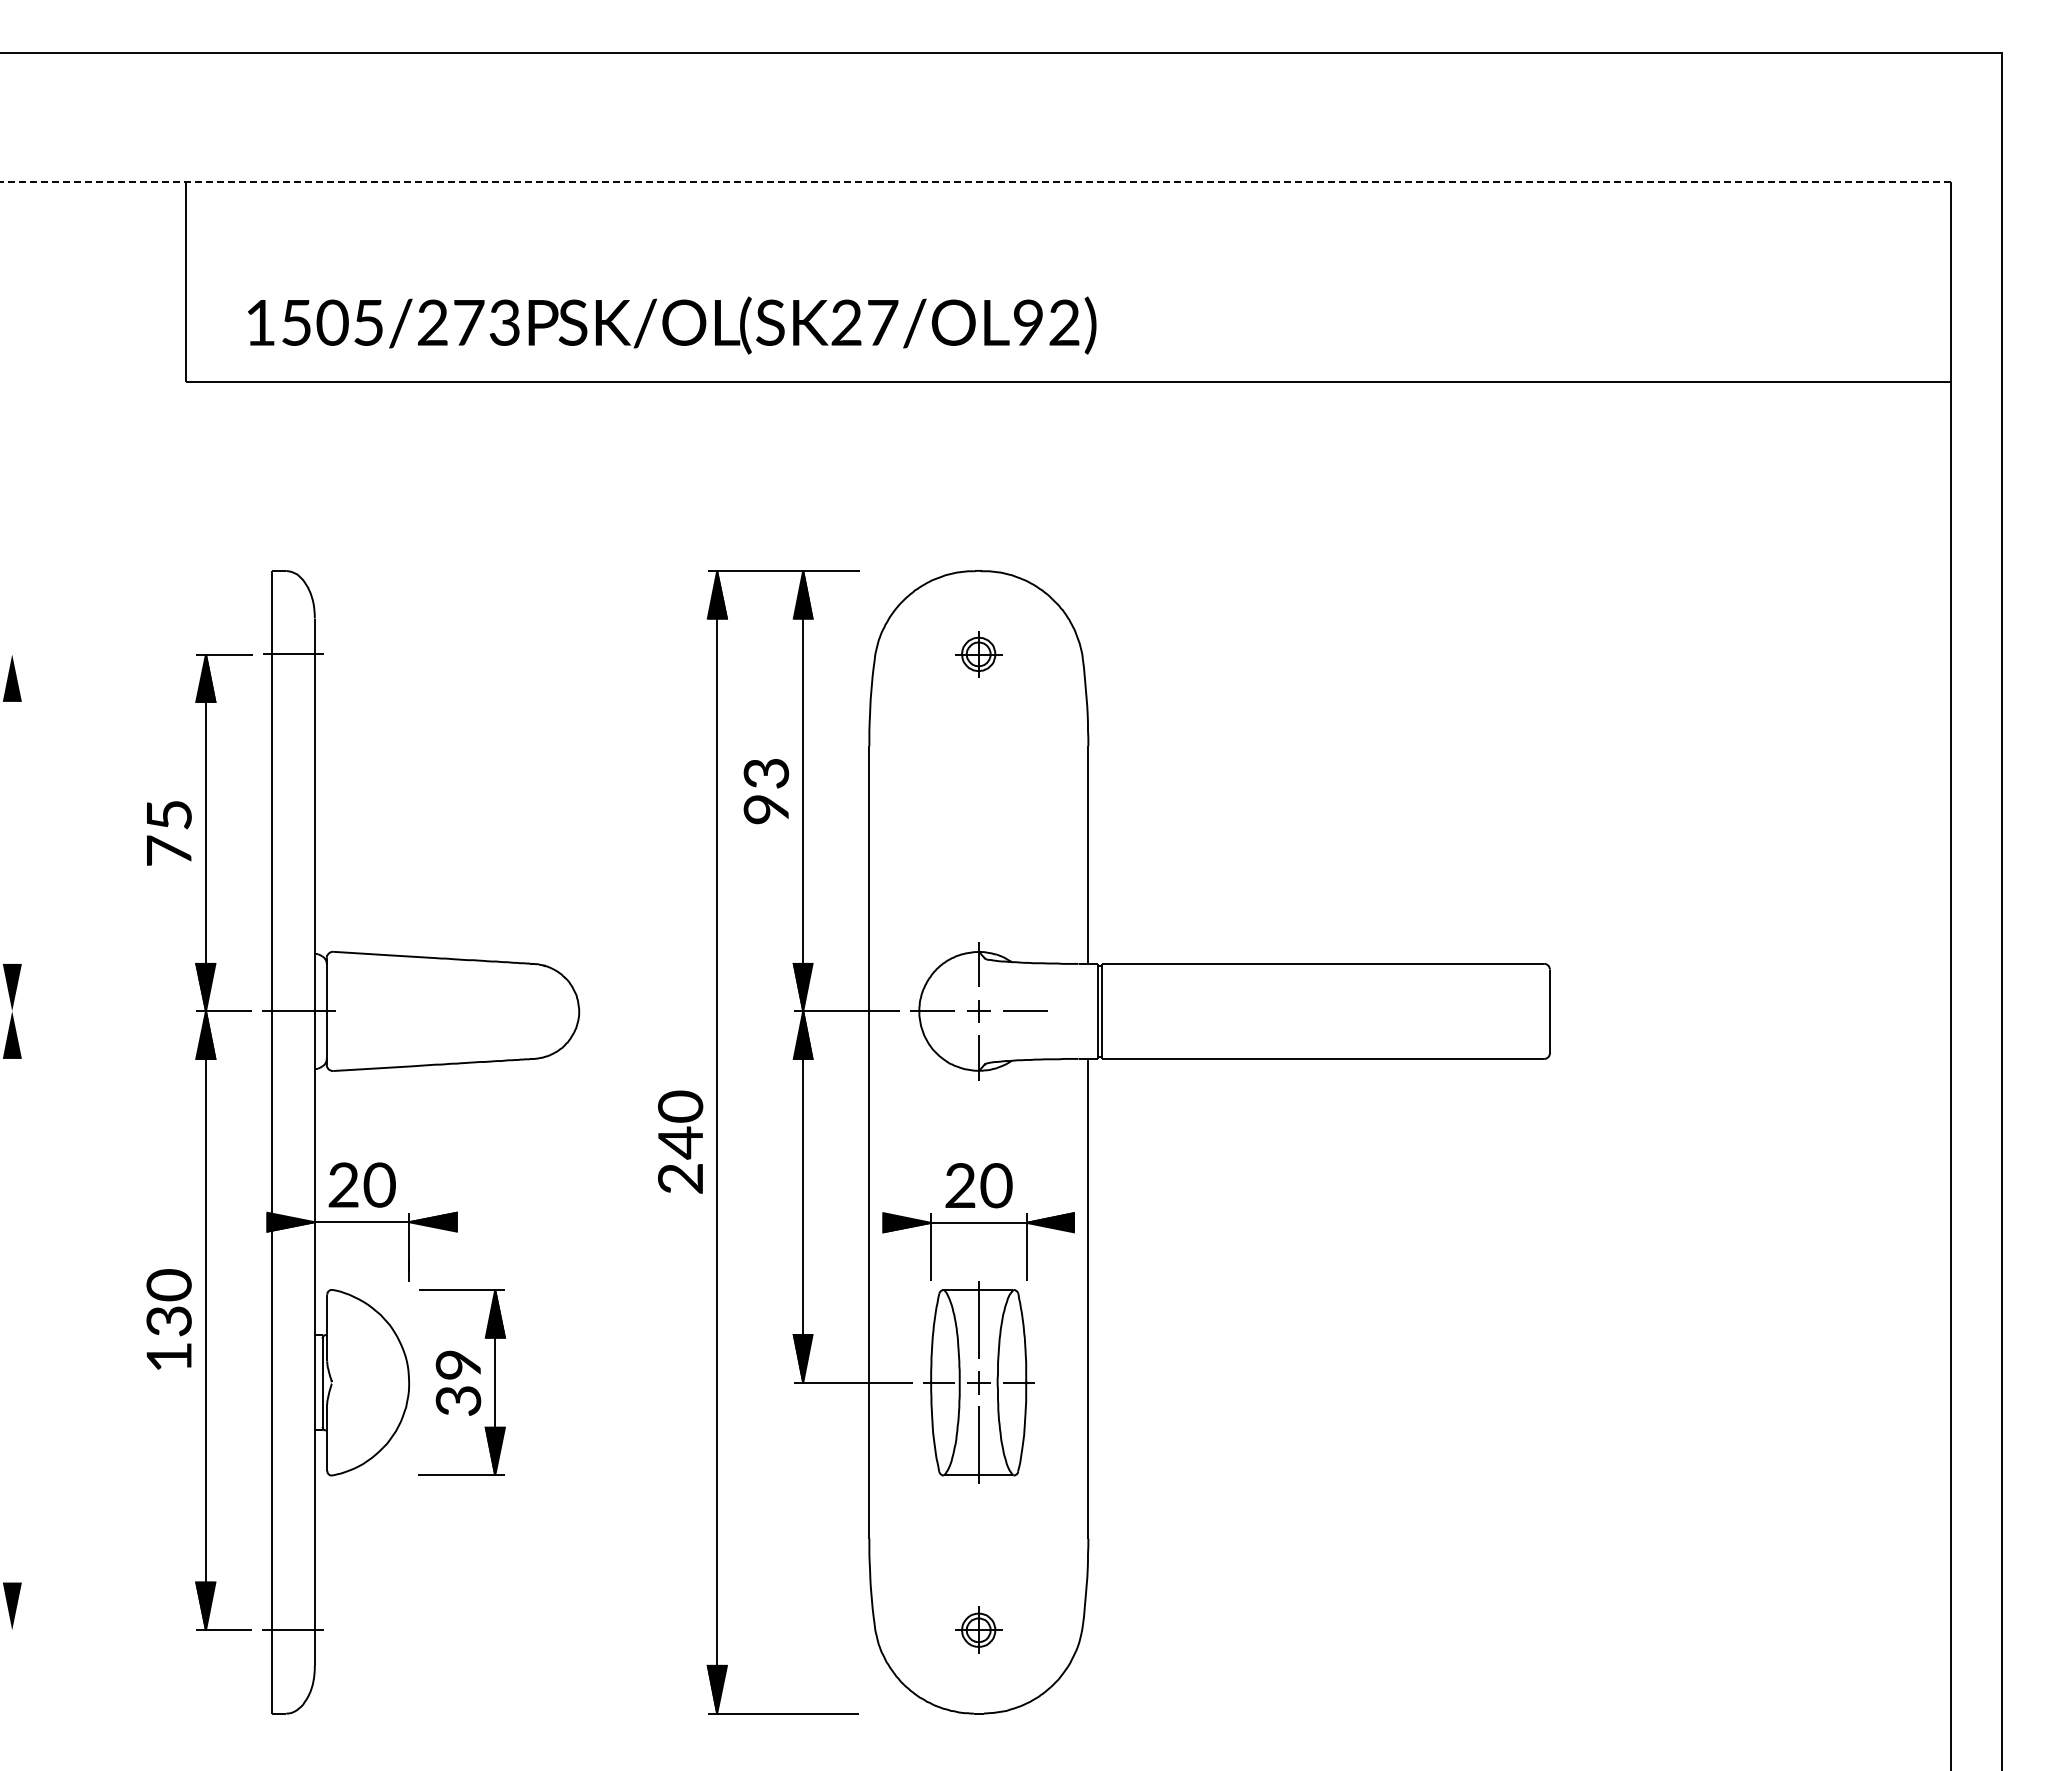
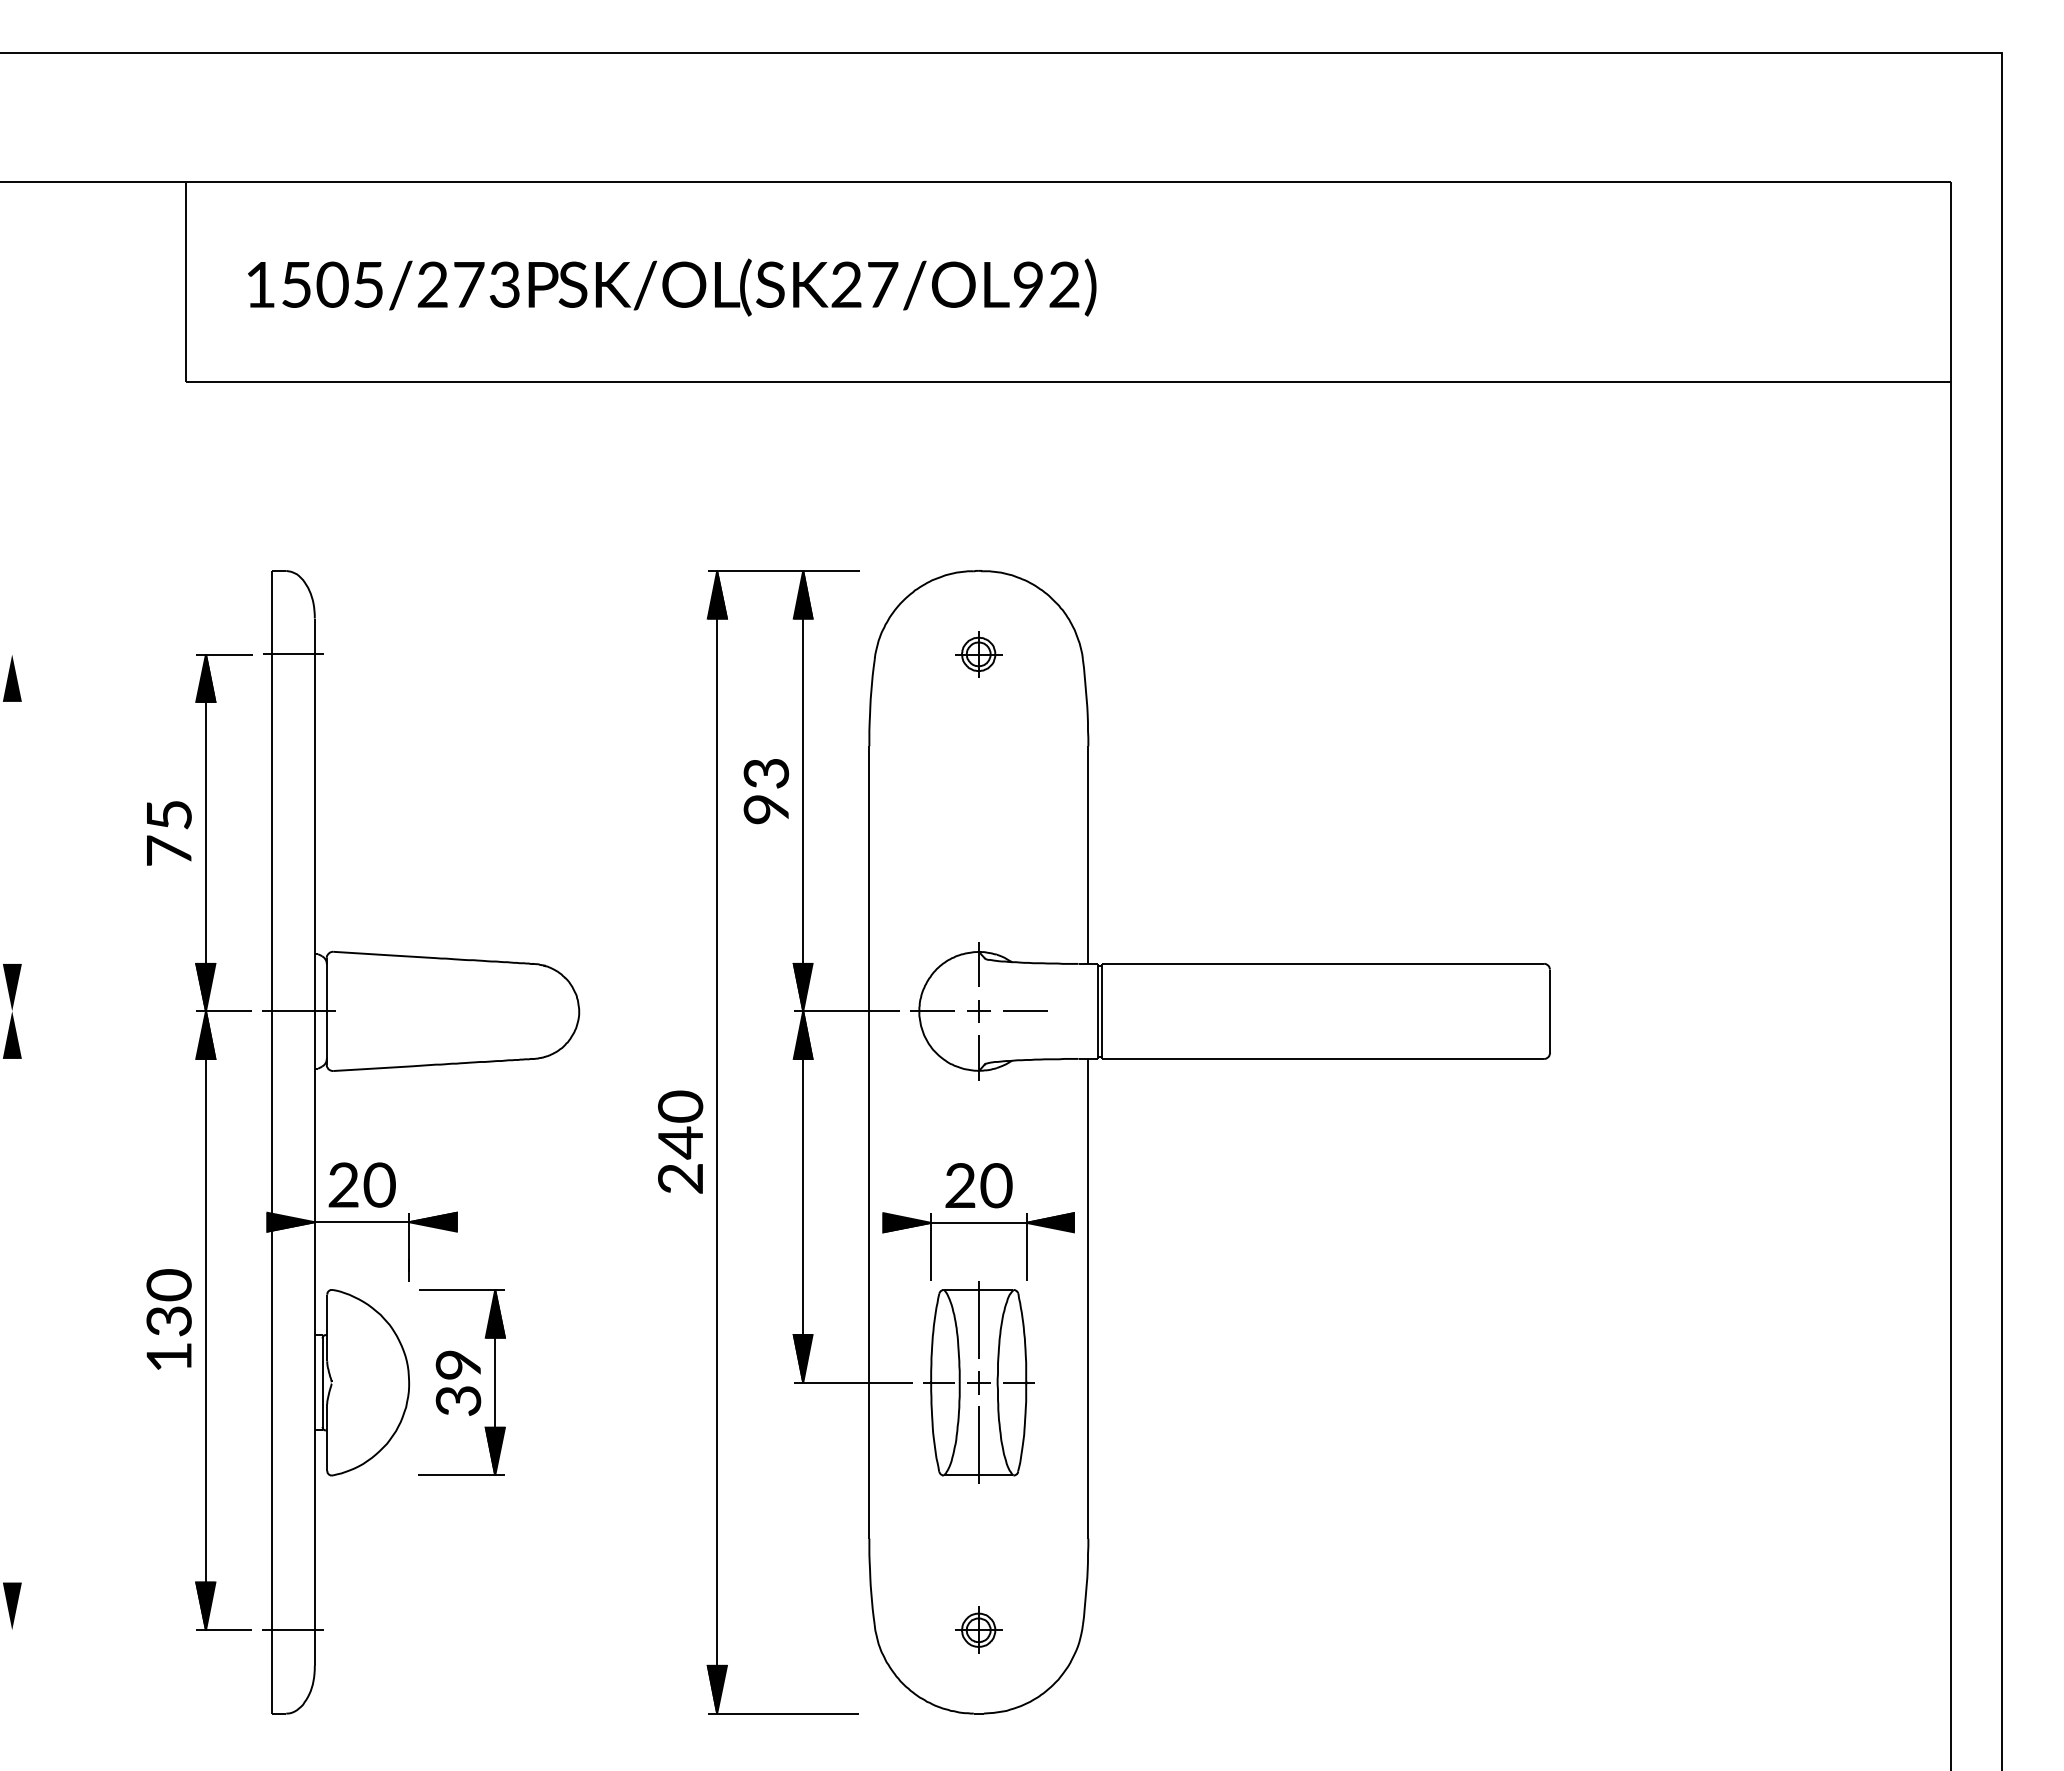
line at (975, 182): dashed -> solid
text at (672, 325) position: (672, 325) -> (672, 287)
